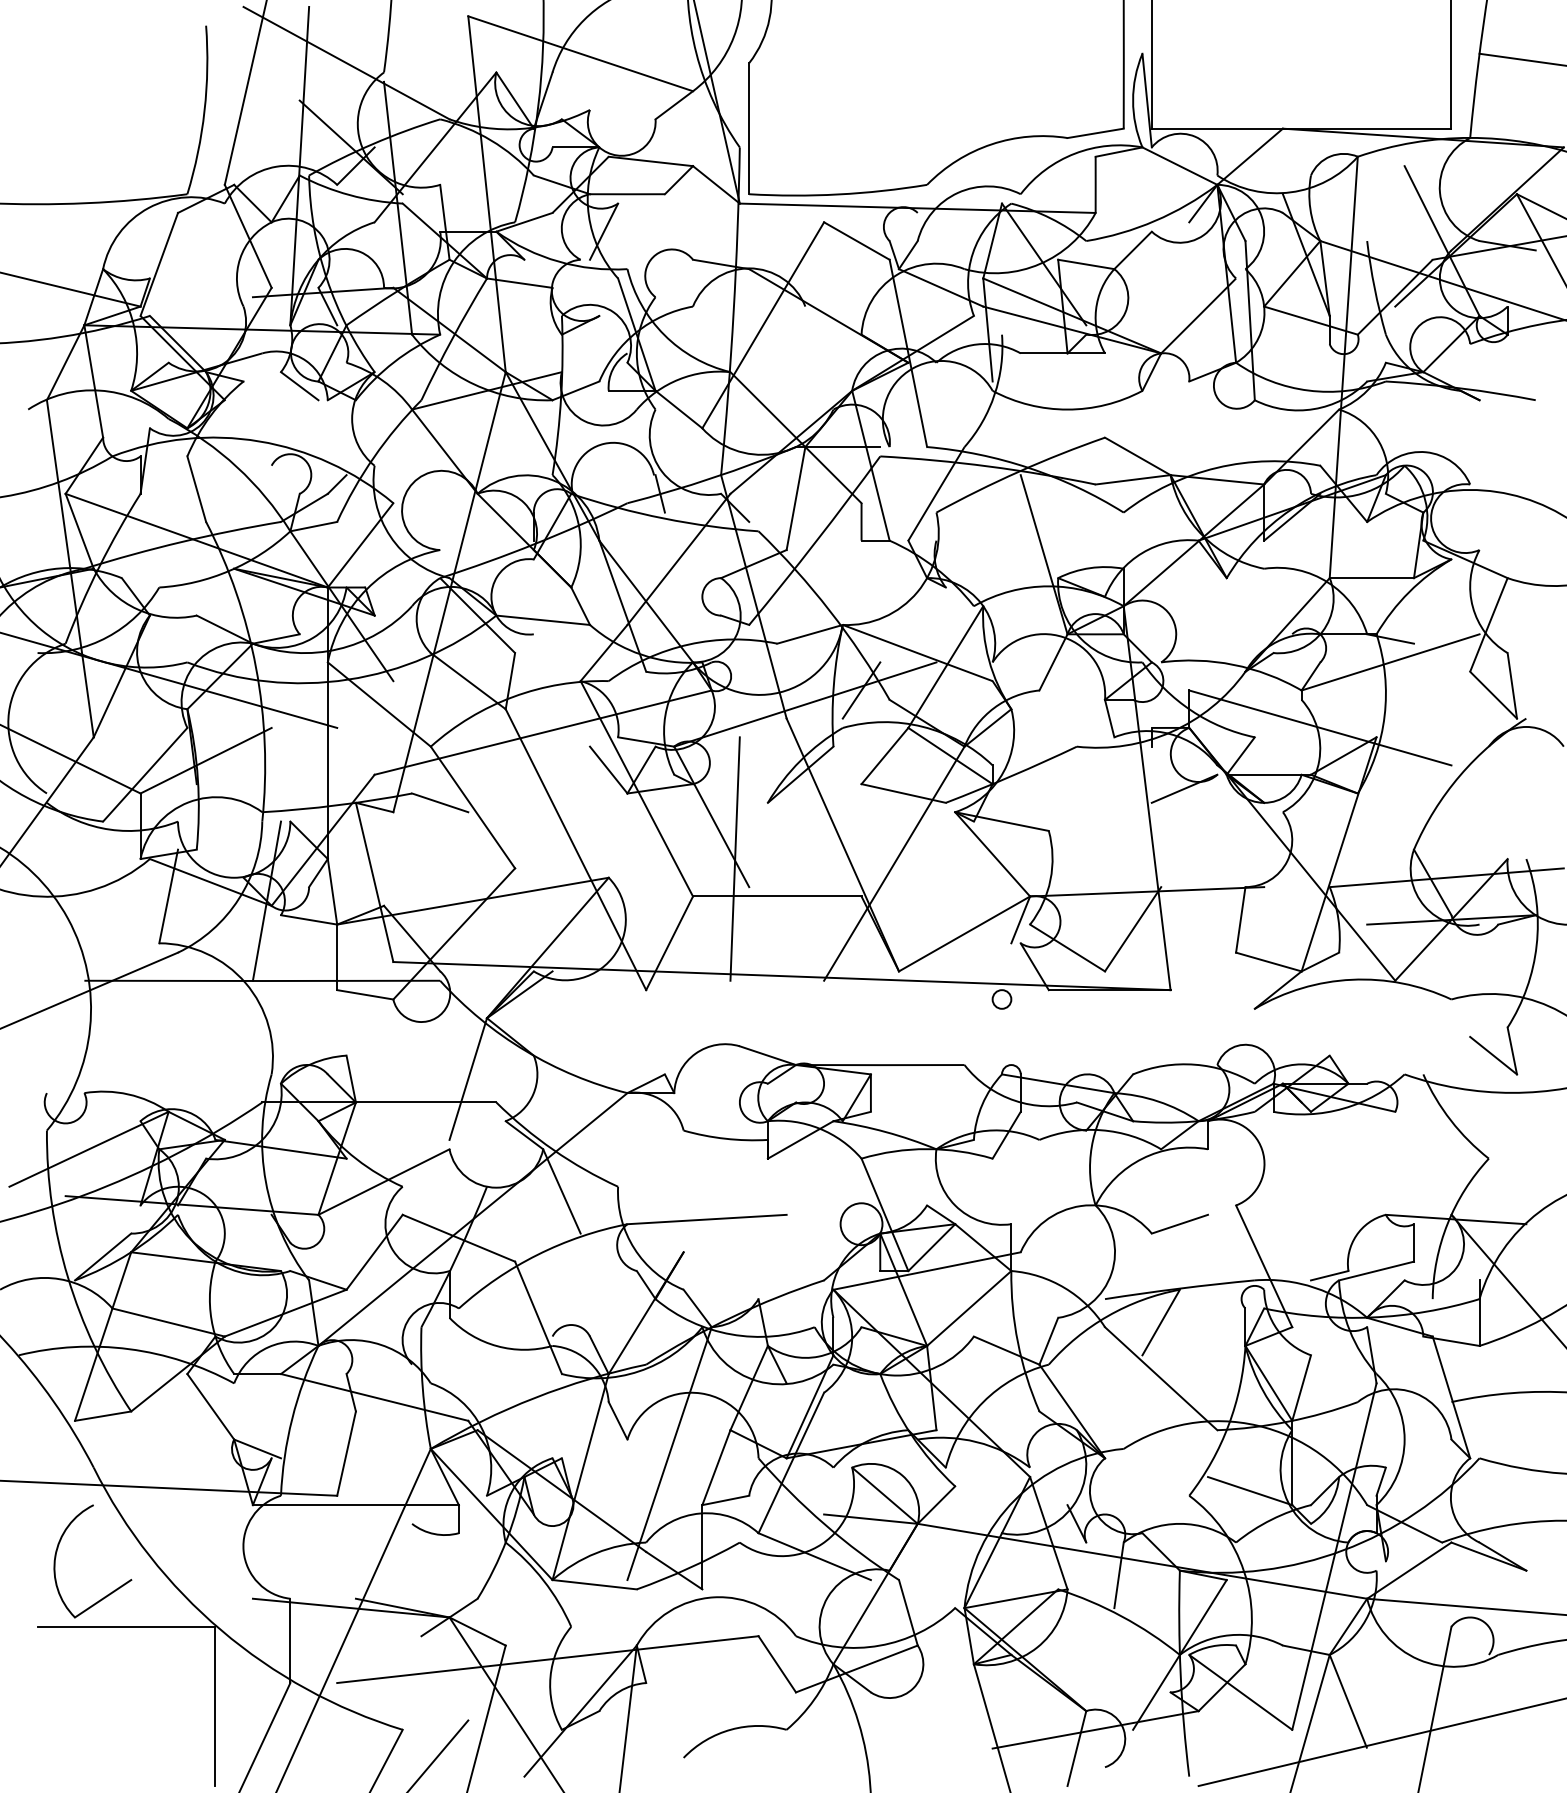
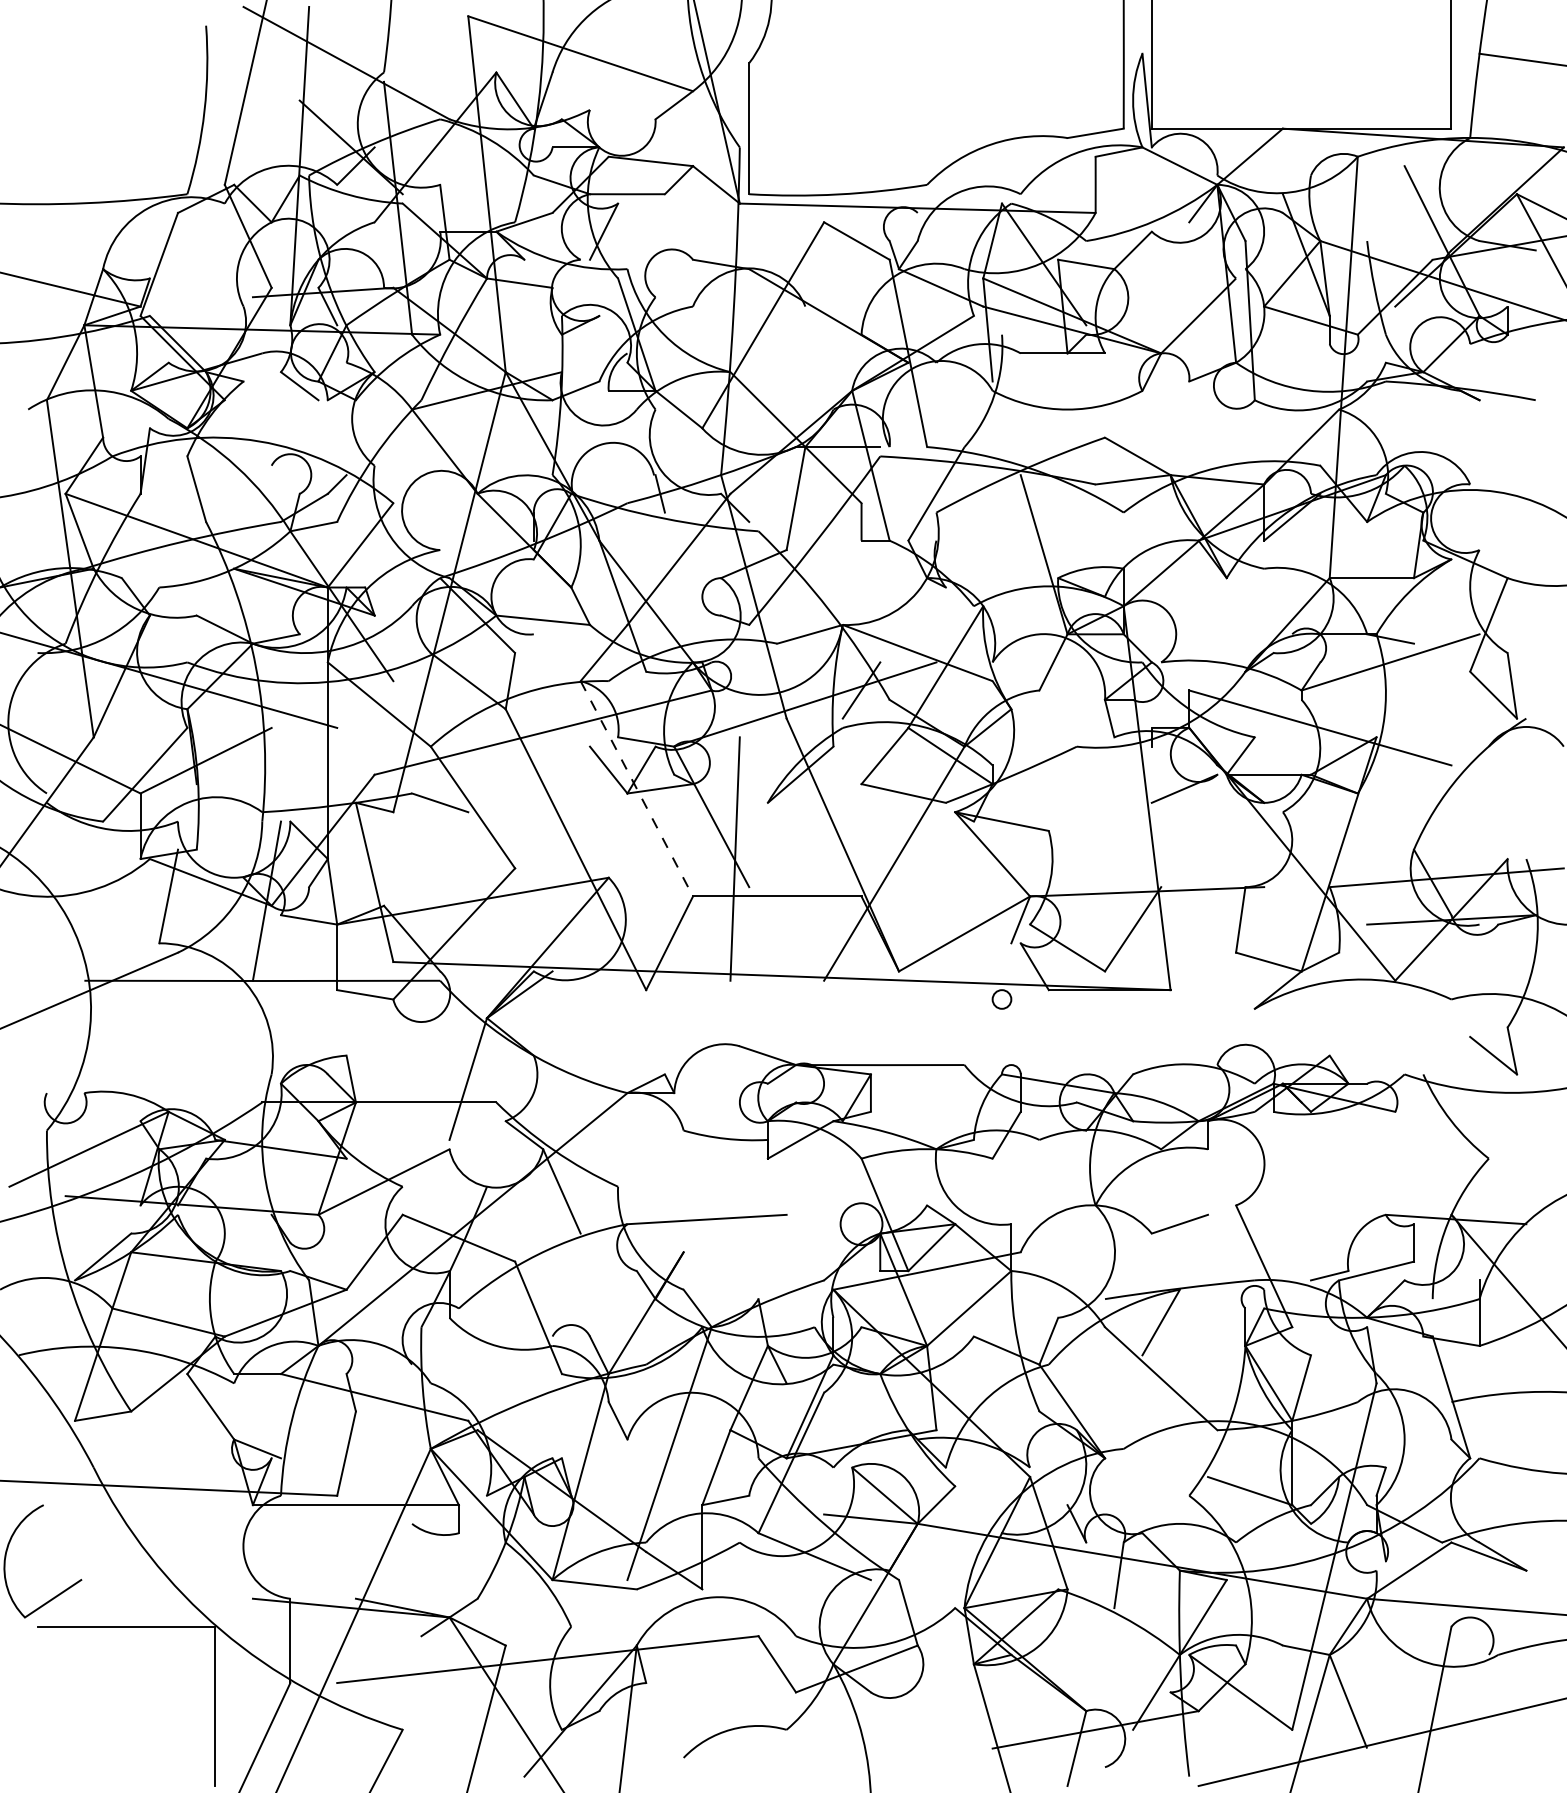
line at (637, 789): solid -> dashed
part at (113, 1590) position: (113, 1590) -> (63, 1590)
line at (438, 1754): present -> none
